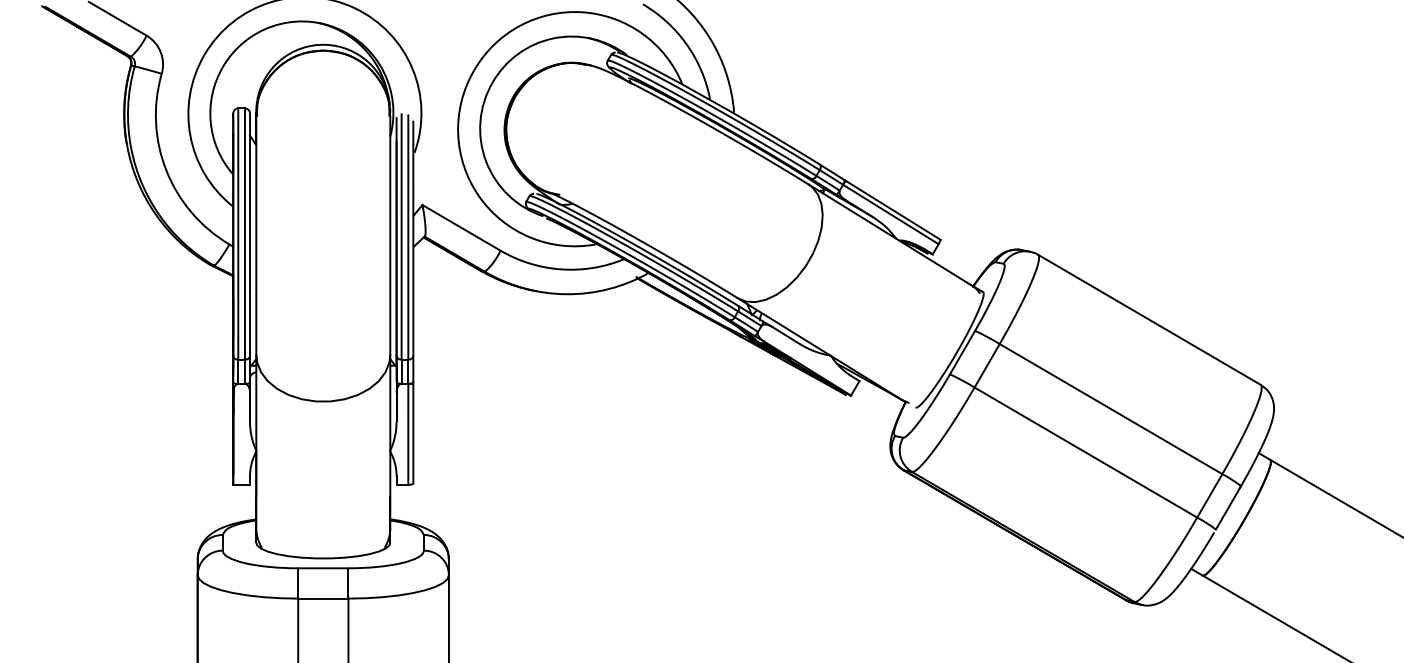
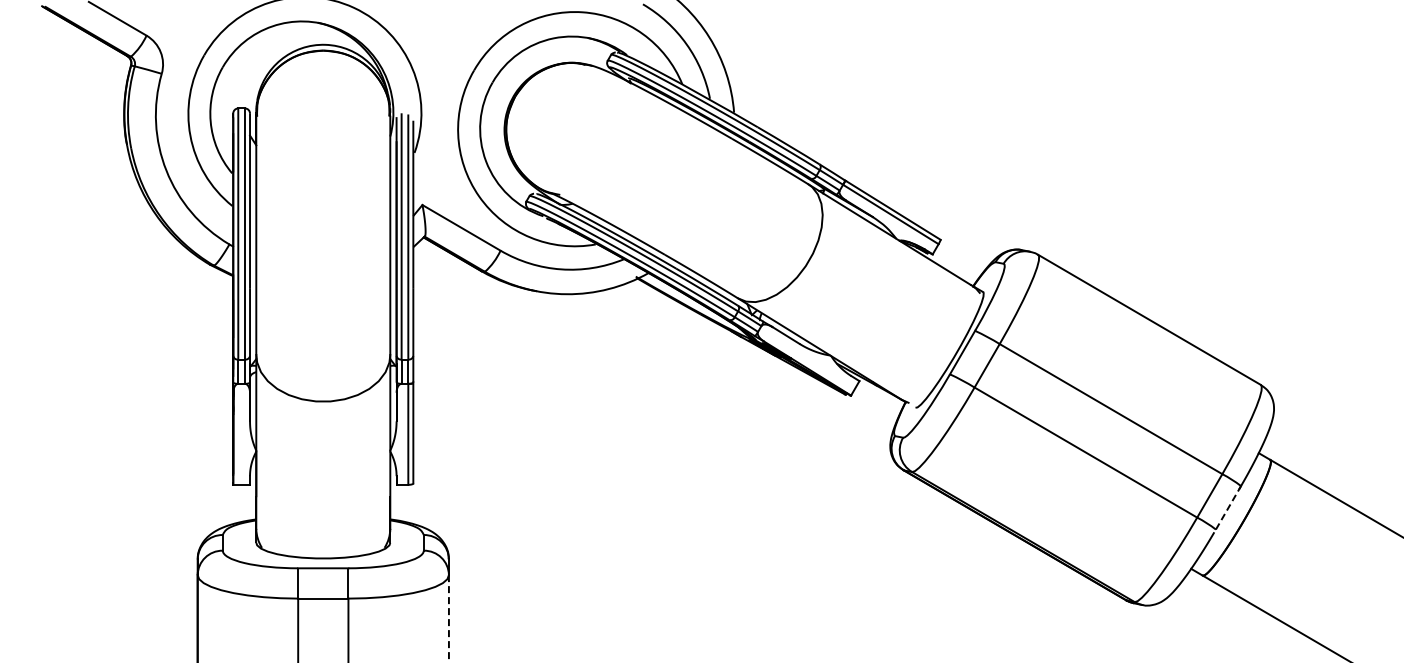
line at (1228, 507): solid -> dashed
line at (448, 619): solid -> dashed
